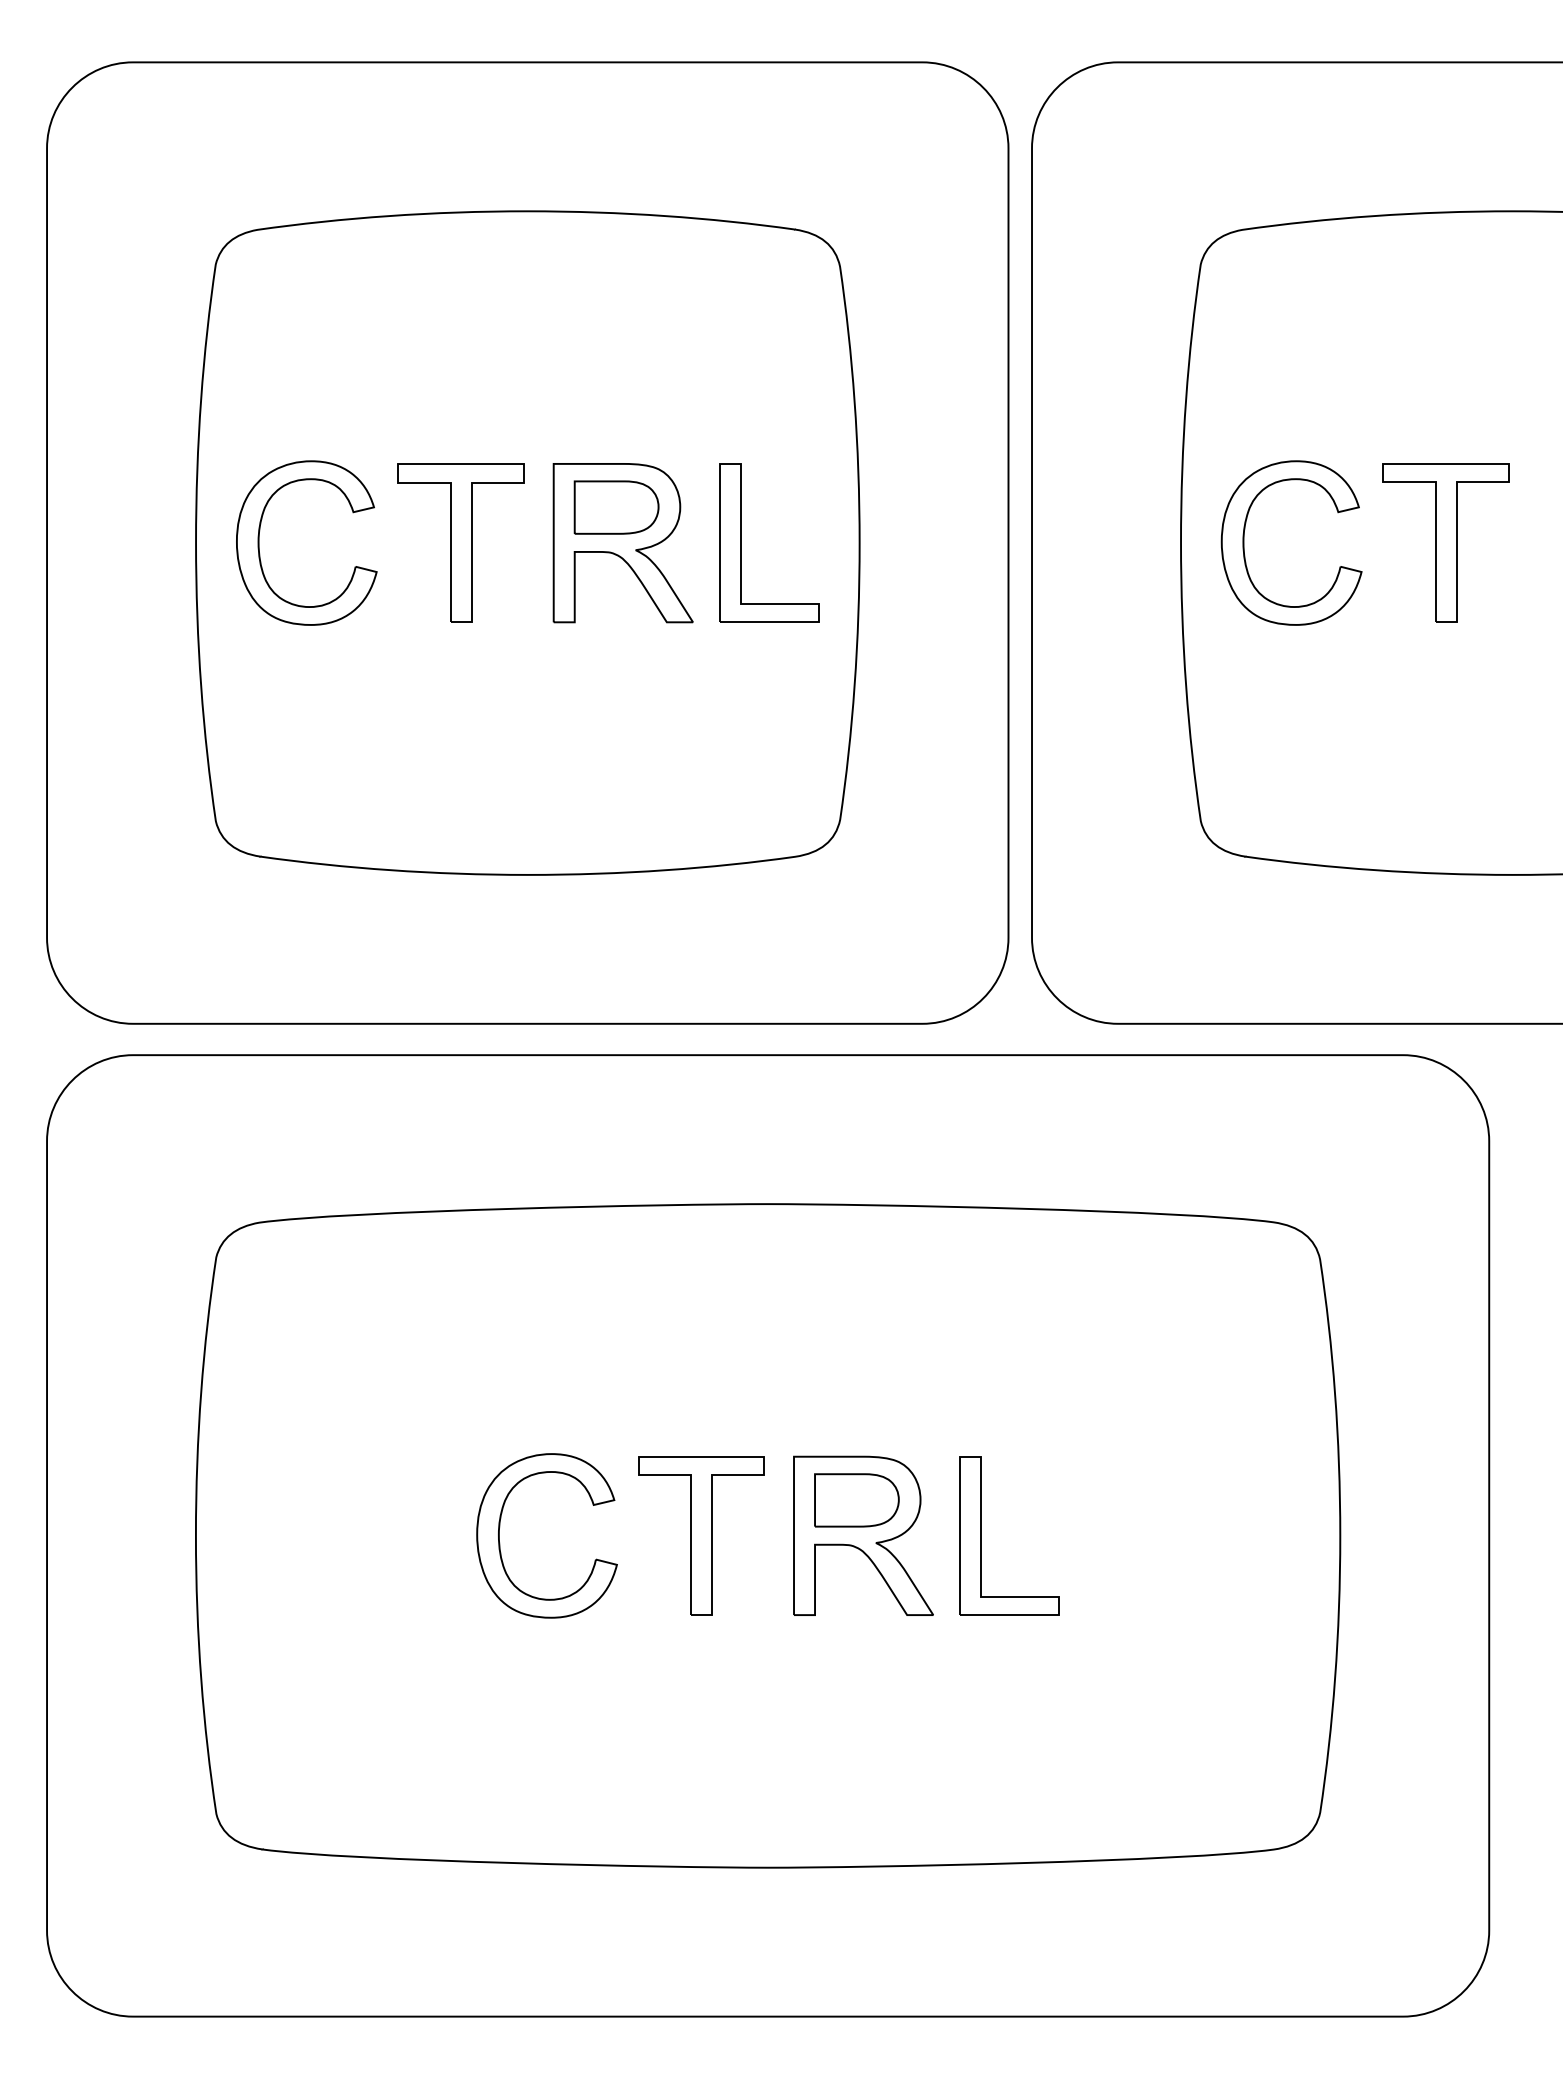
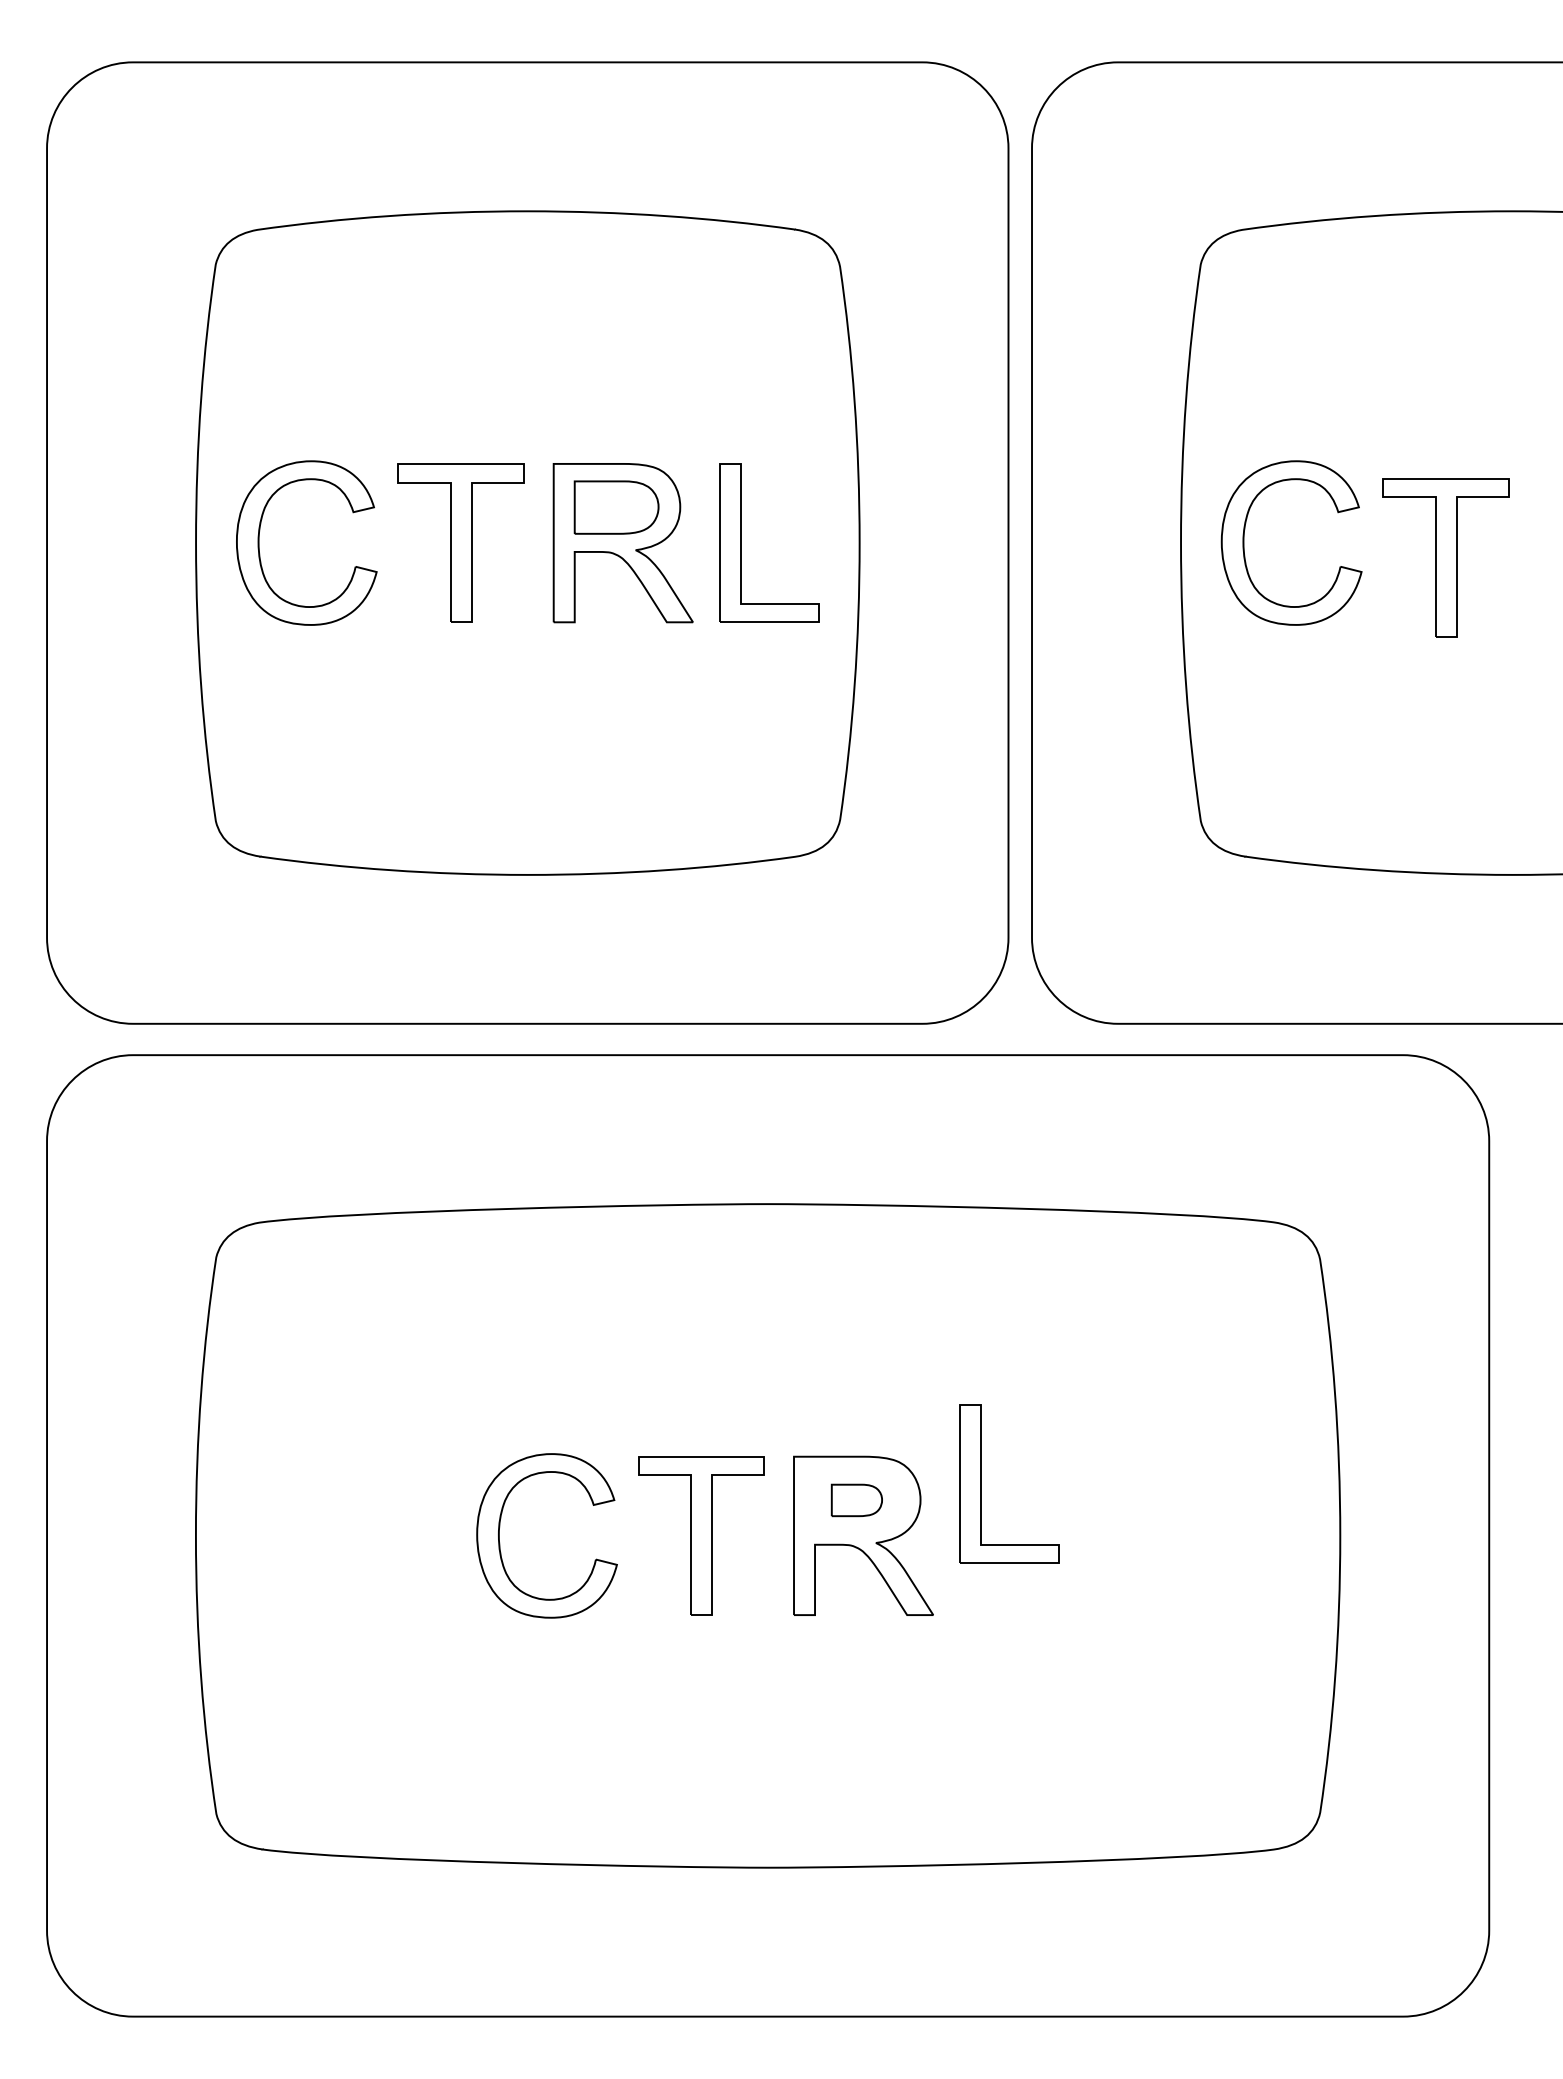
part at (1445, 542) position: (1445, 542) -> (1445, 557)
part at (856, 1500) size: 86x55 px -> 53x35 px
part at (981, 1535) position: (981, 1535) -> (981, 1483)
